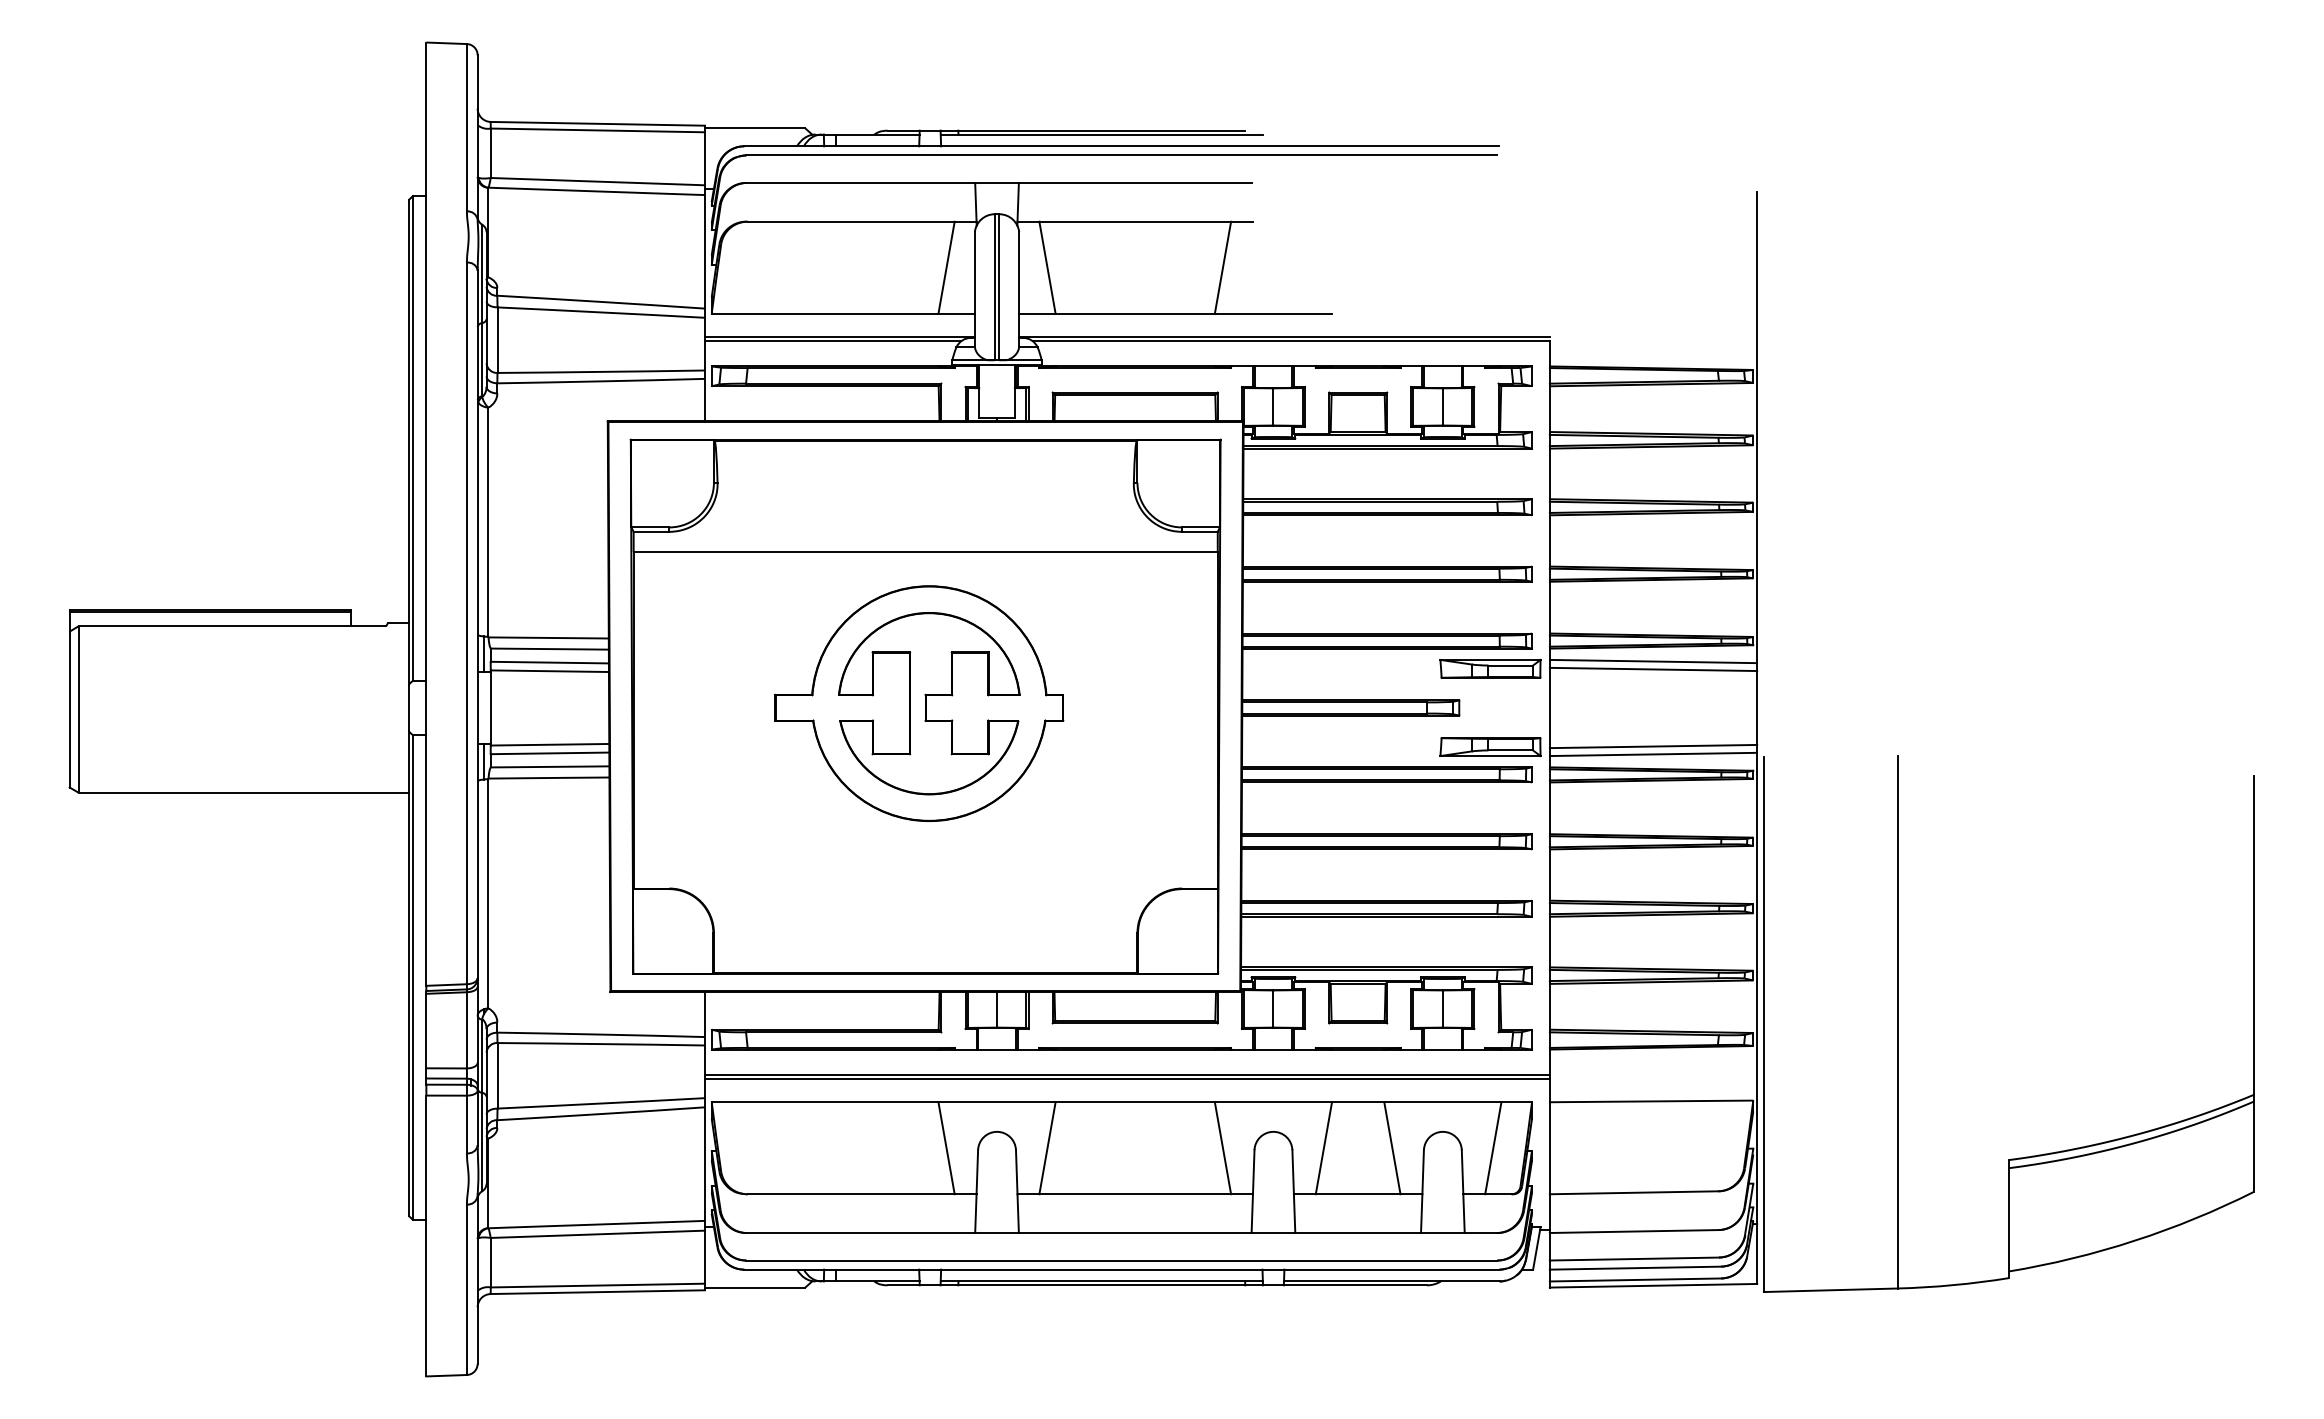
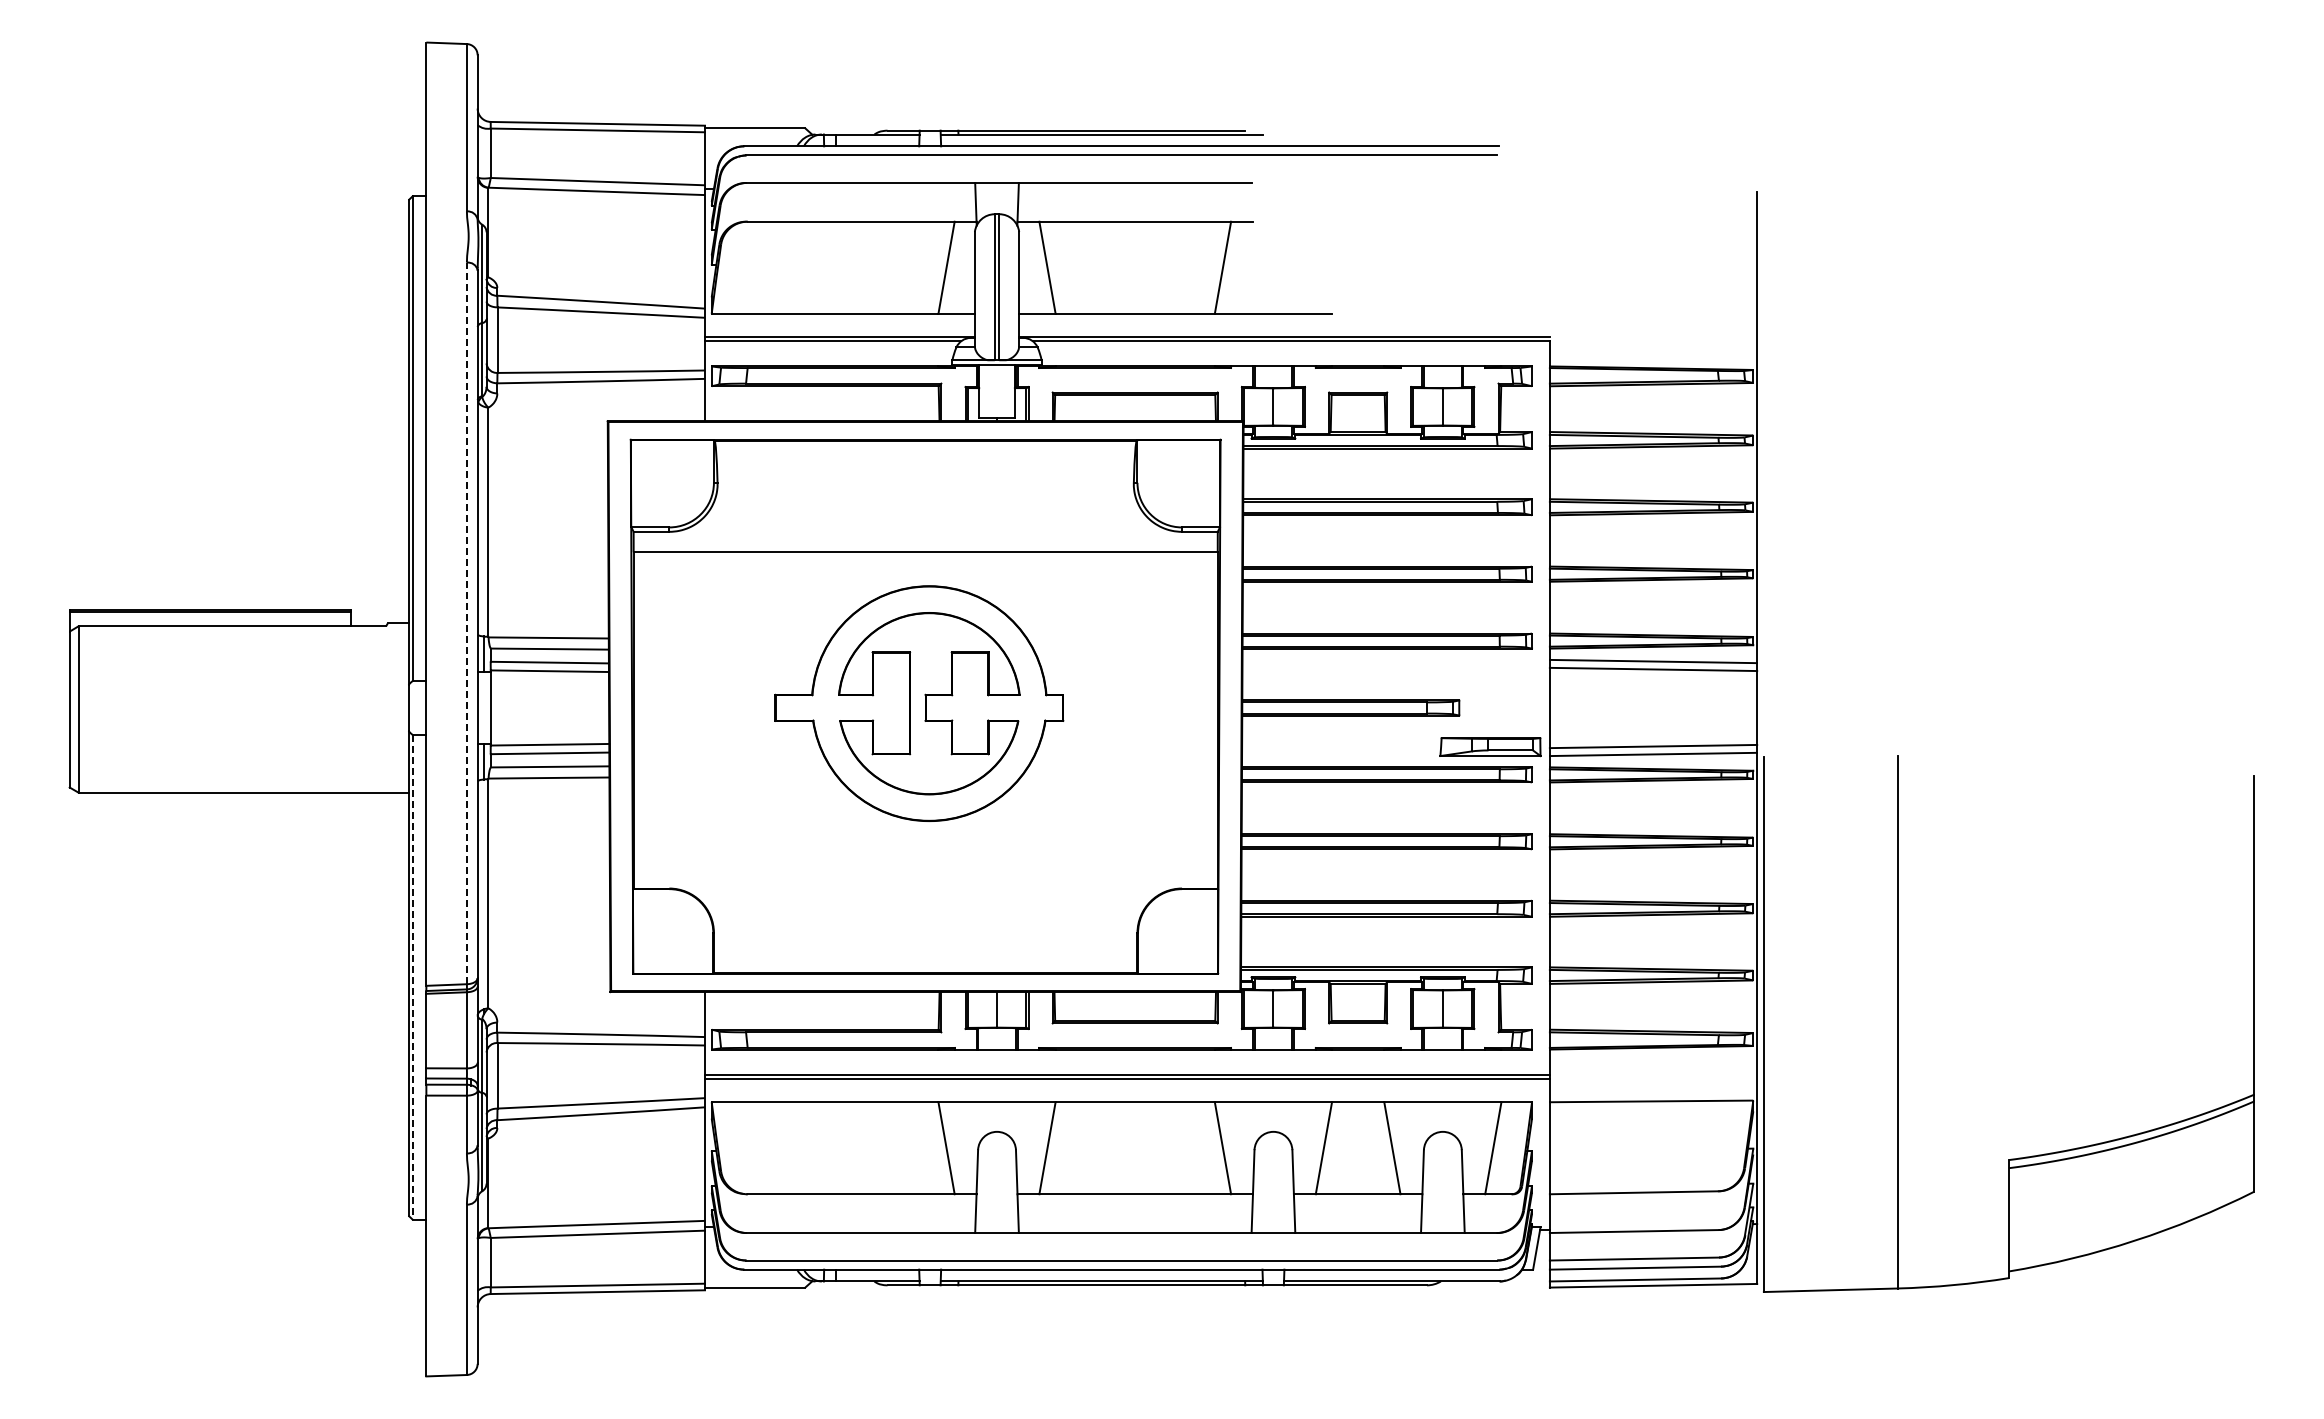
line at (466, 623): solid -> dashed
part at (1490, 668): present -> none
line at (413, 978): solid -> dashed
